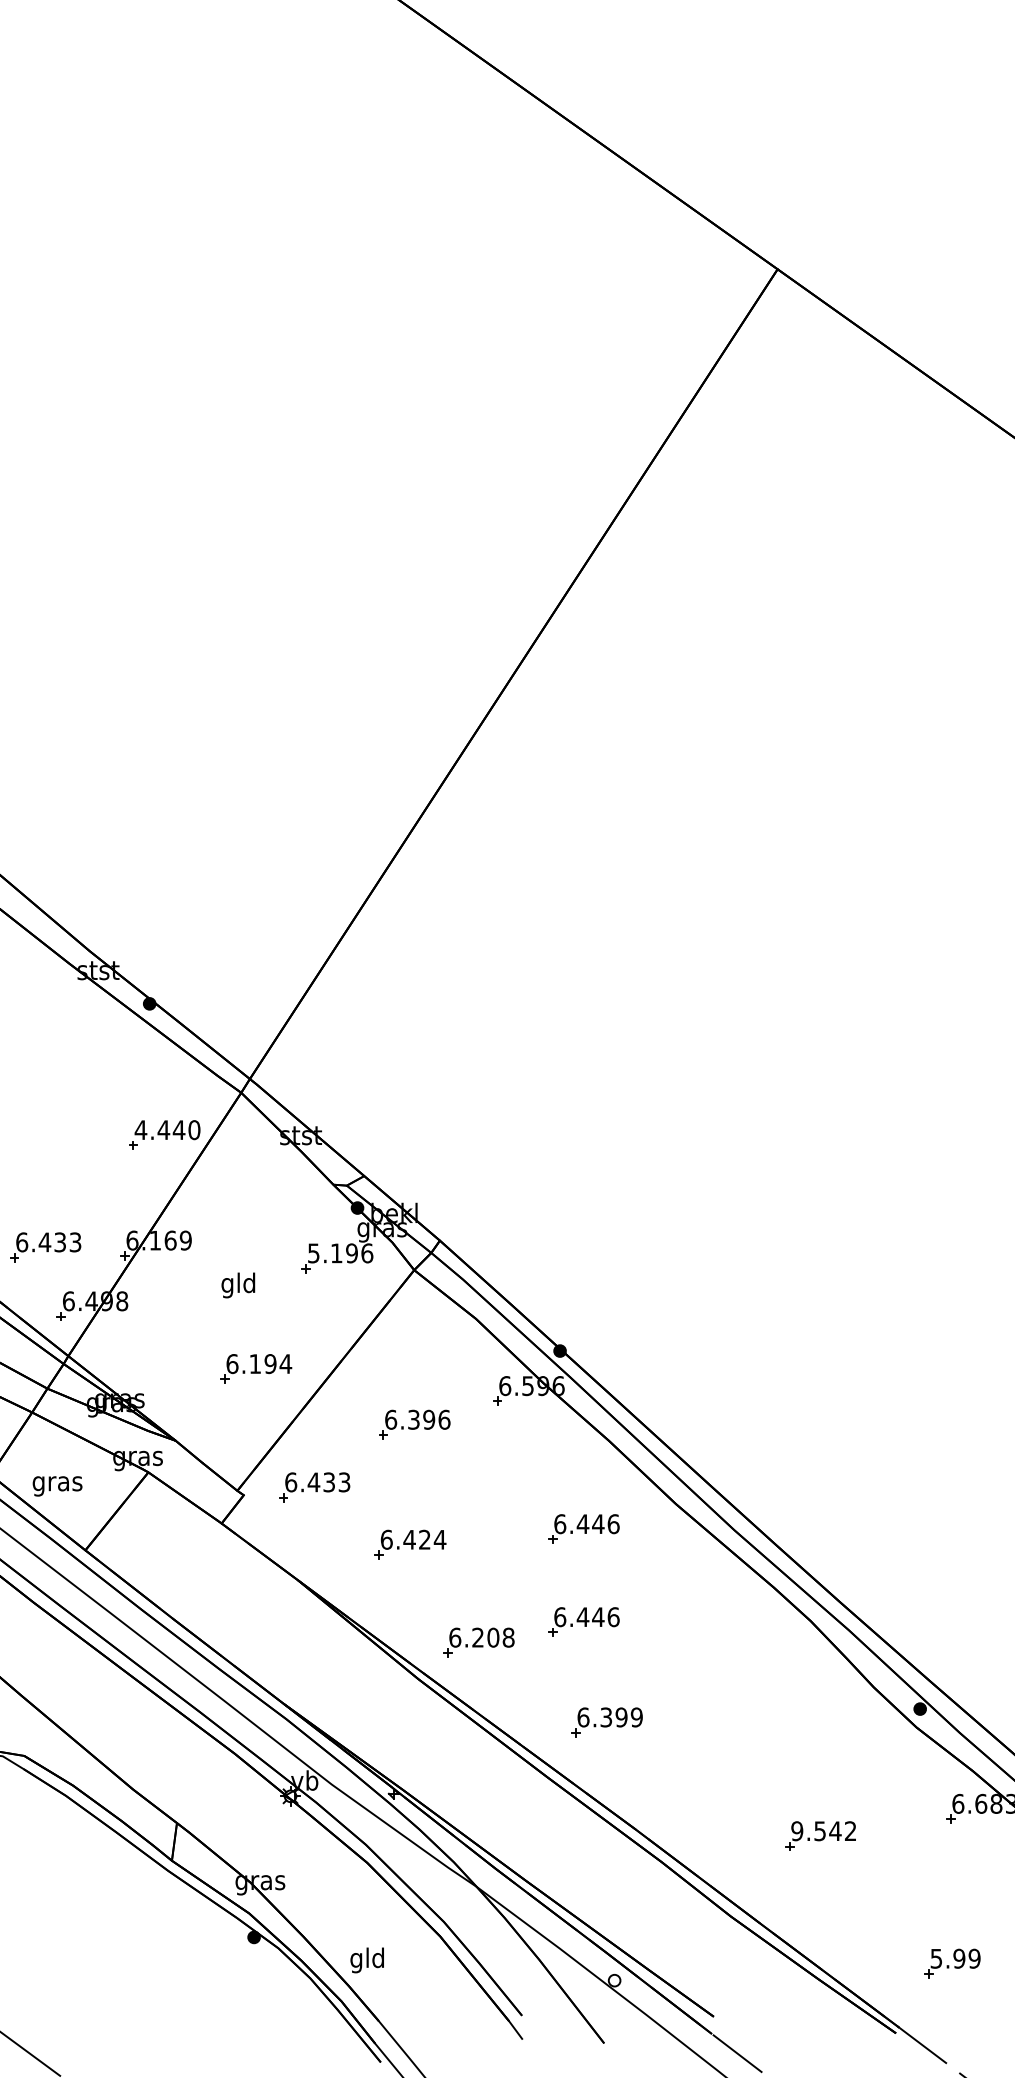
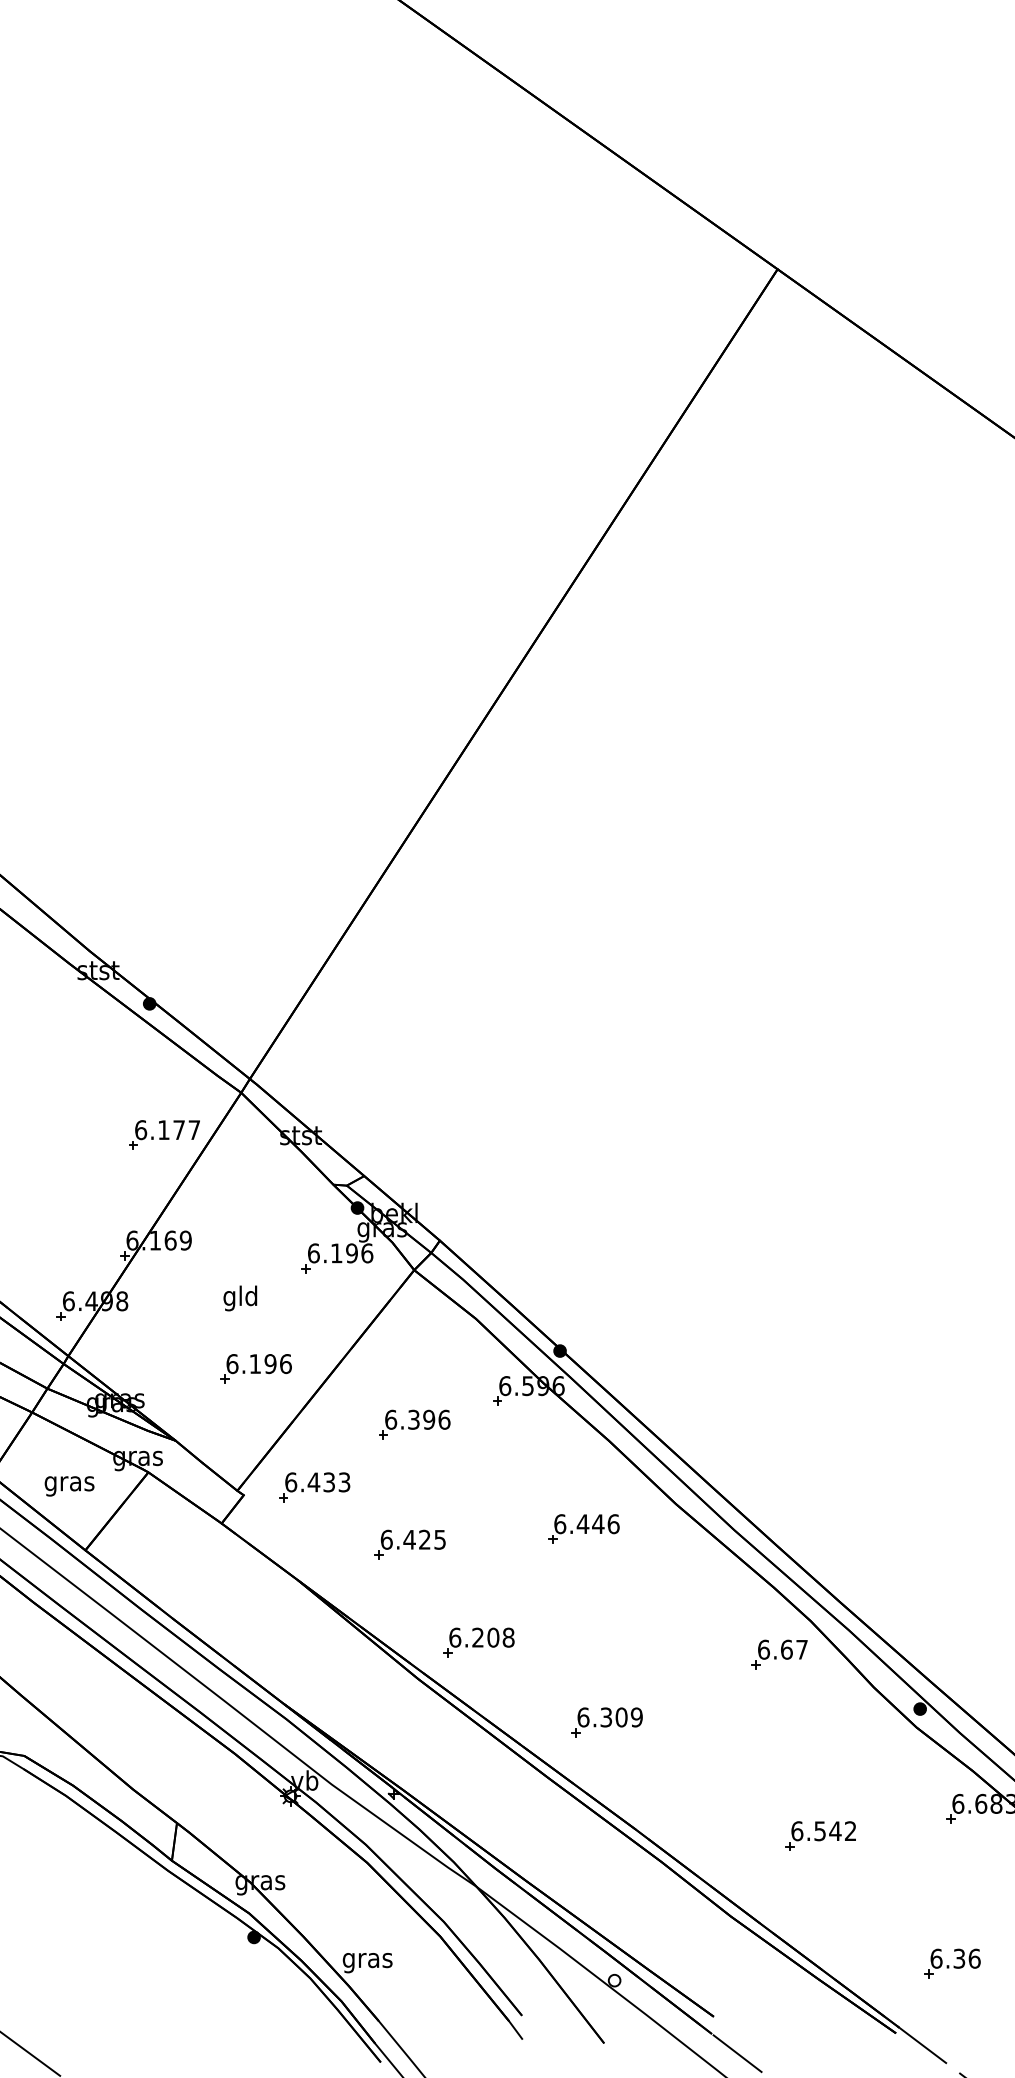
text at (167, 1130): 4.440 -> 6.177
part at (45, 1247): present -> none
text at (313, 1253): 5.196 -> 6.196
text at (238, 1285) position: (238, 1285) -> (240, 1298)
text at (285, 1364): 6.194 -> 6.196
text at (57, 1486) position: (57, 1486) -> (69, 1486)
text at (439, 1539): 6.424 -> 6.425
part at (583, 1621): present -> none
part at (779, 1654): none -> present
text at (621, 1717): 6.399 -> 6.309
text at (797, 1831): 9.542 -> 6.542
text at (955, 1958): 5.99 -> 6.36
text at (367, 1960): gld -> gras
